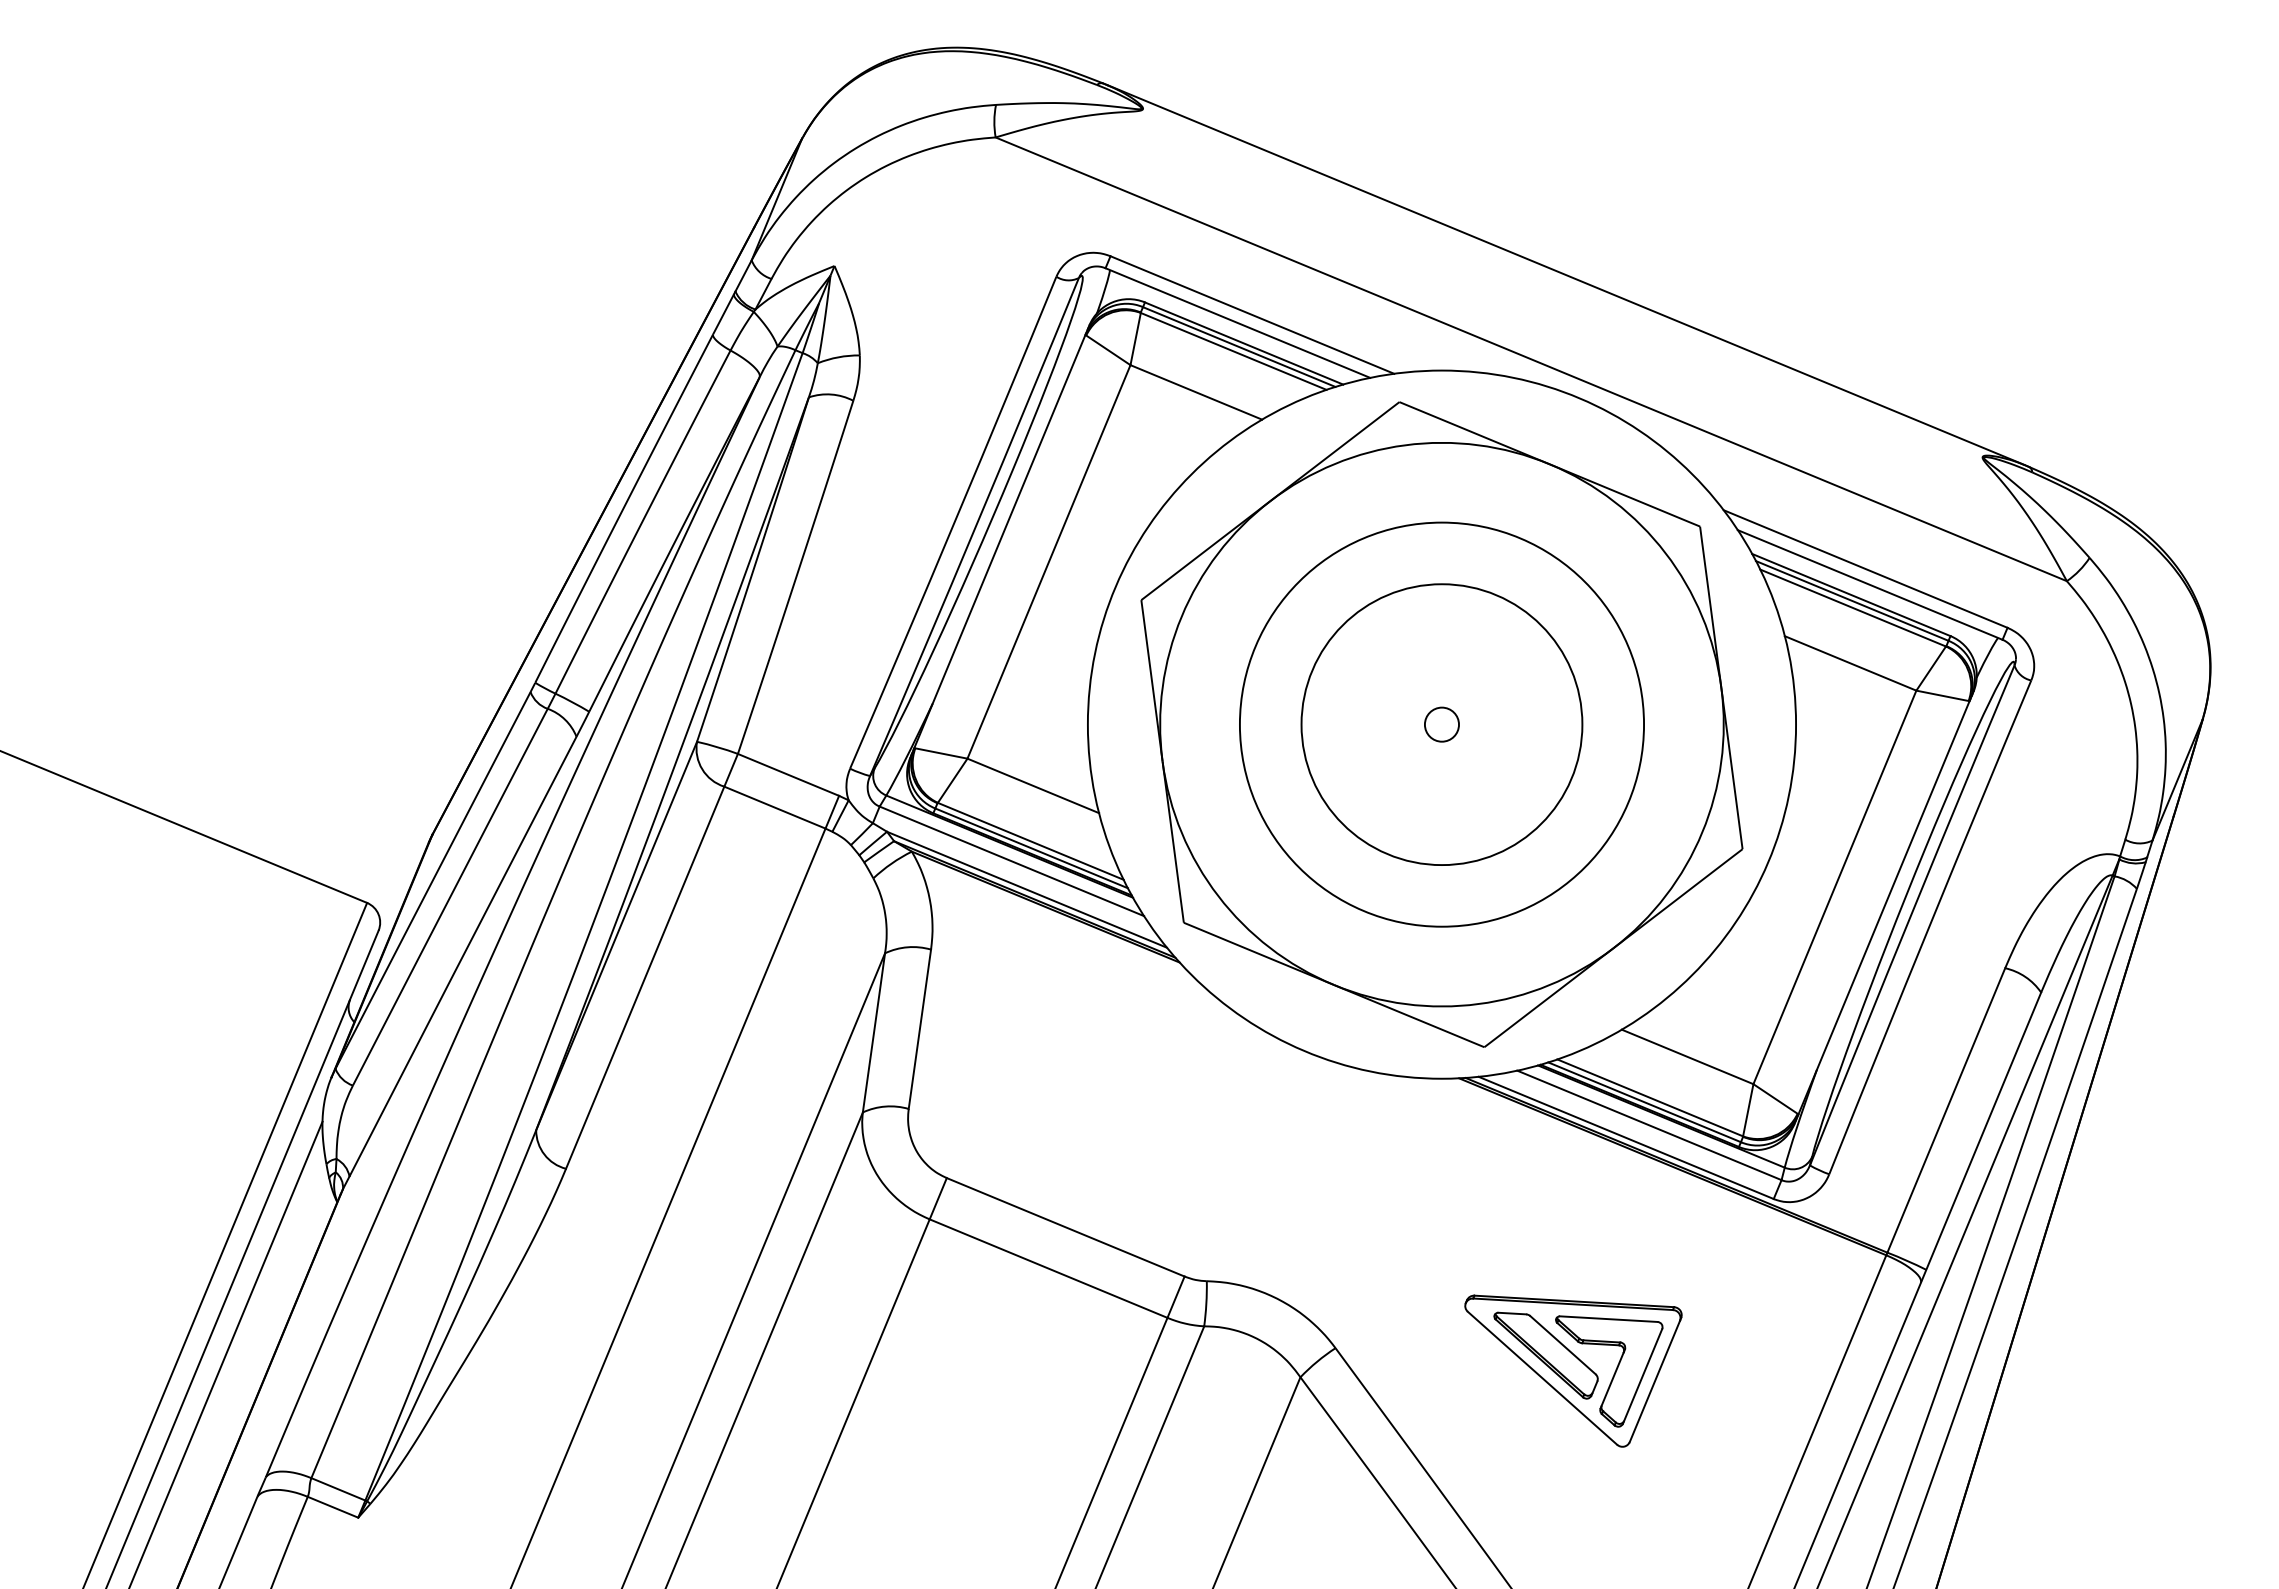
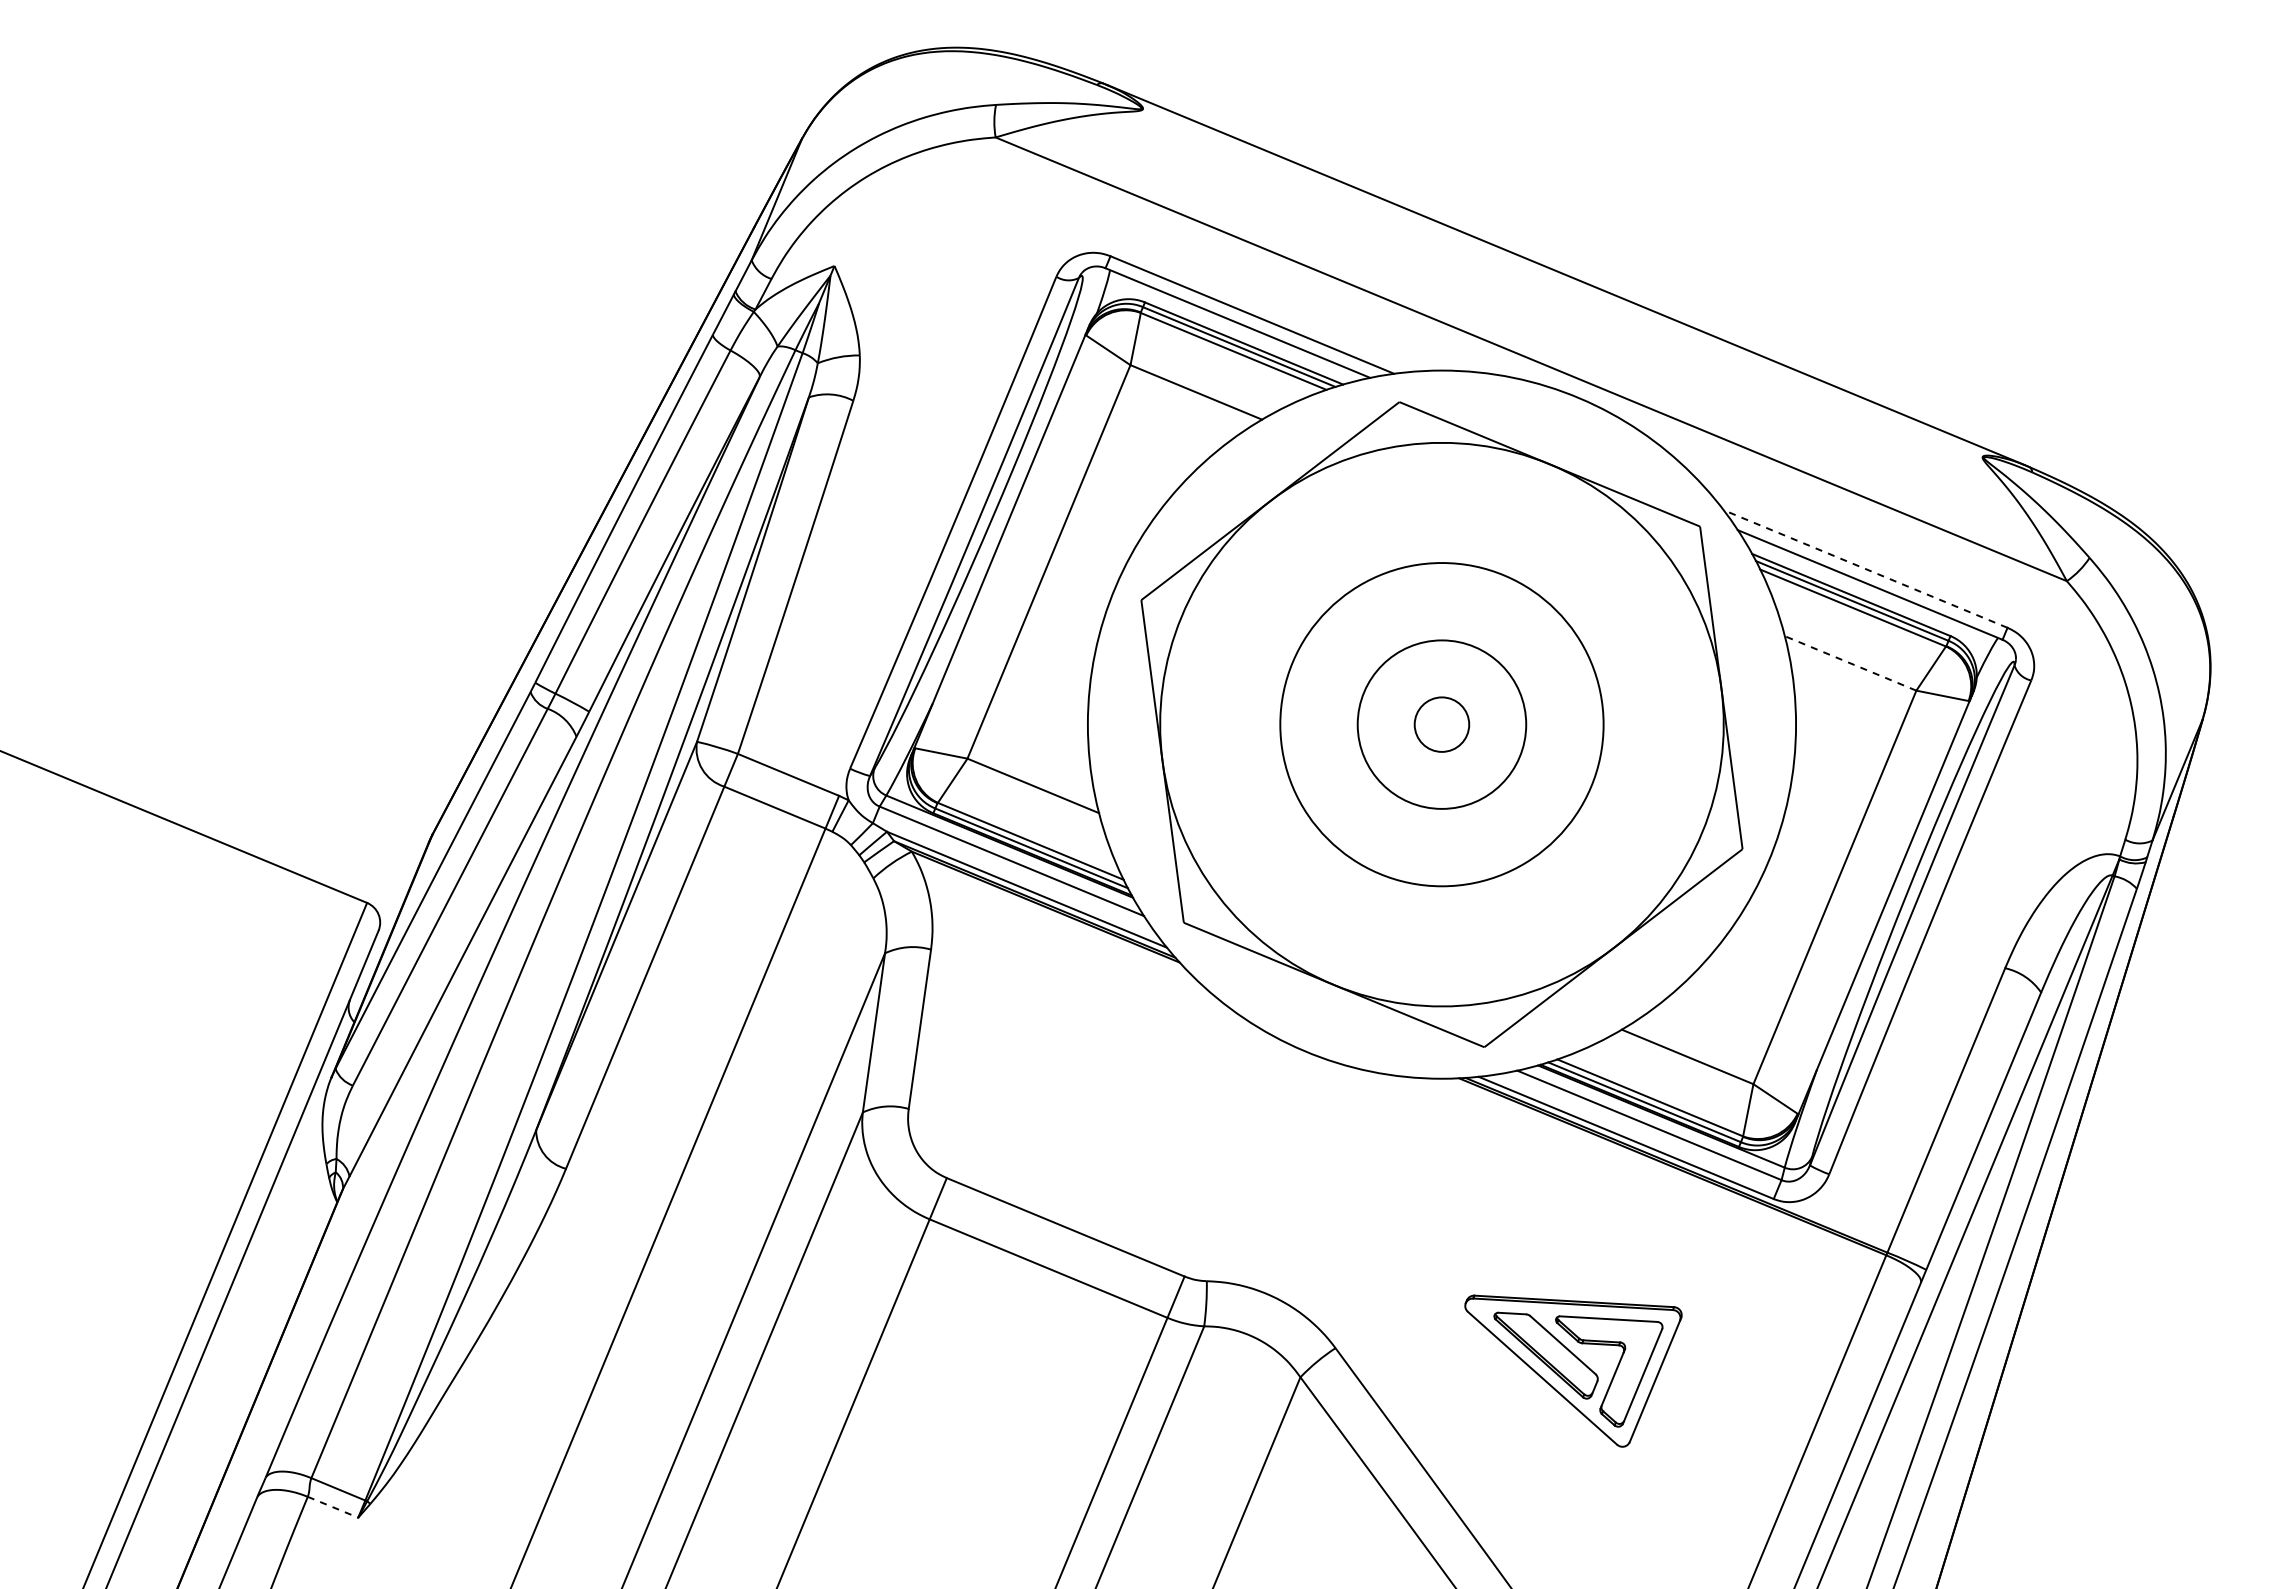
line at (1865, 569): solid -> dashed
line at (1850, 663): solid -> dashed
circle at (1441, 724) diameter: 281 px -> 169 px
circle at (1441, 724) diameter: 34 px -> 55 px
circle at (1441, 724) diameter: 404 px -> 323 px
line at (226, 1353): present -> none
line at (333, 1507): solid -> dashed
